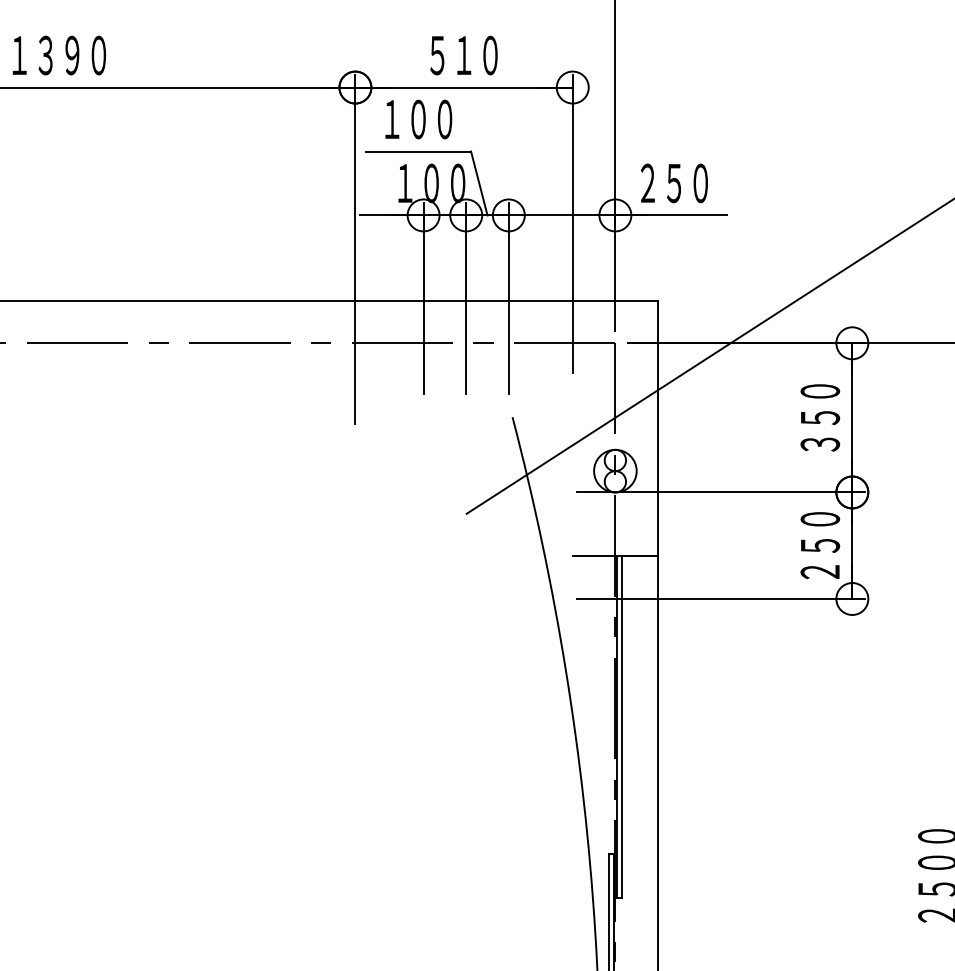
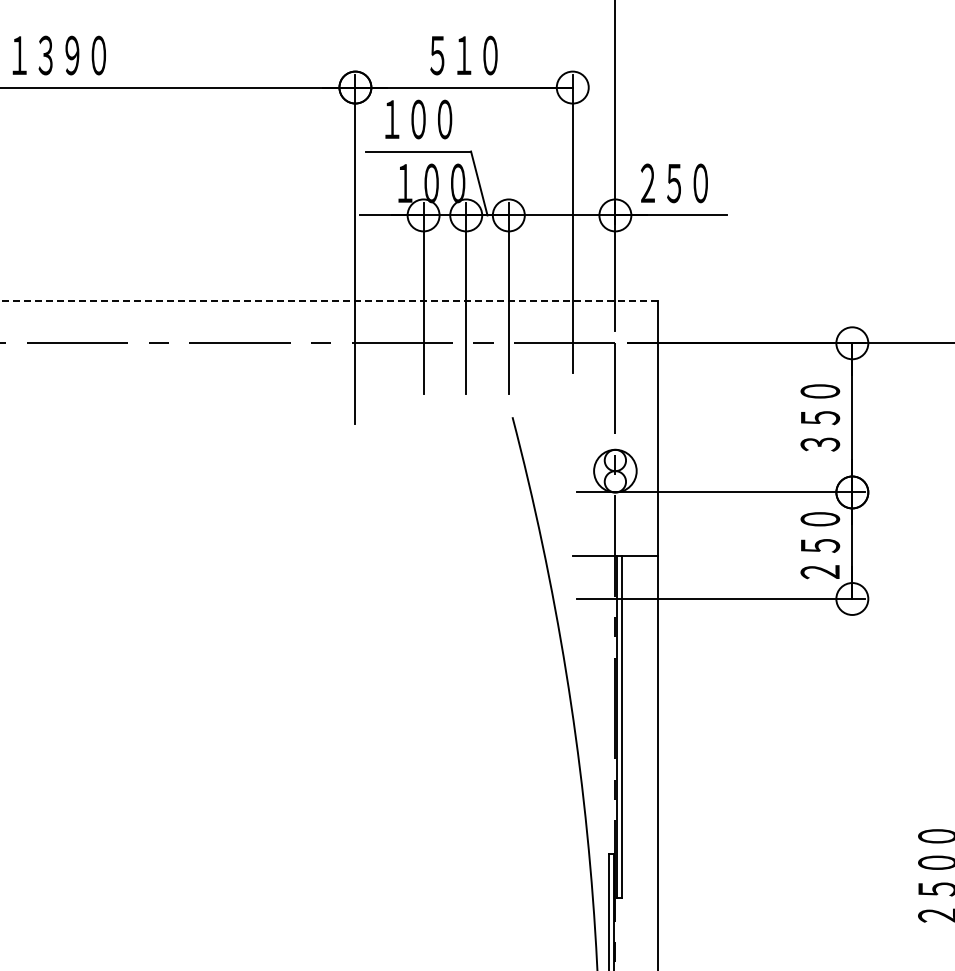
line at (329, 300): solid -> dashed
line at (708, 356): present -> none
